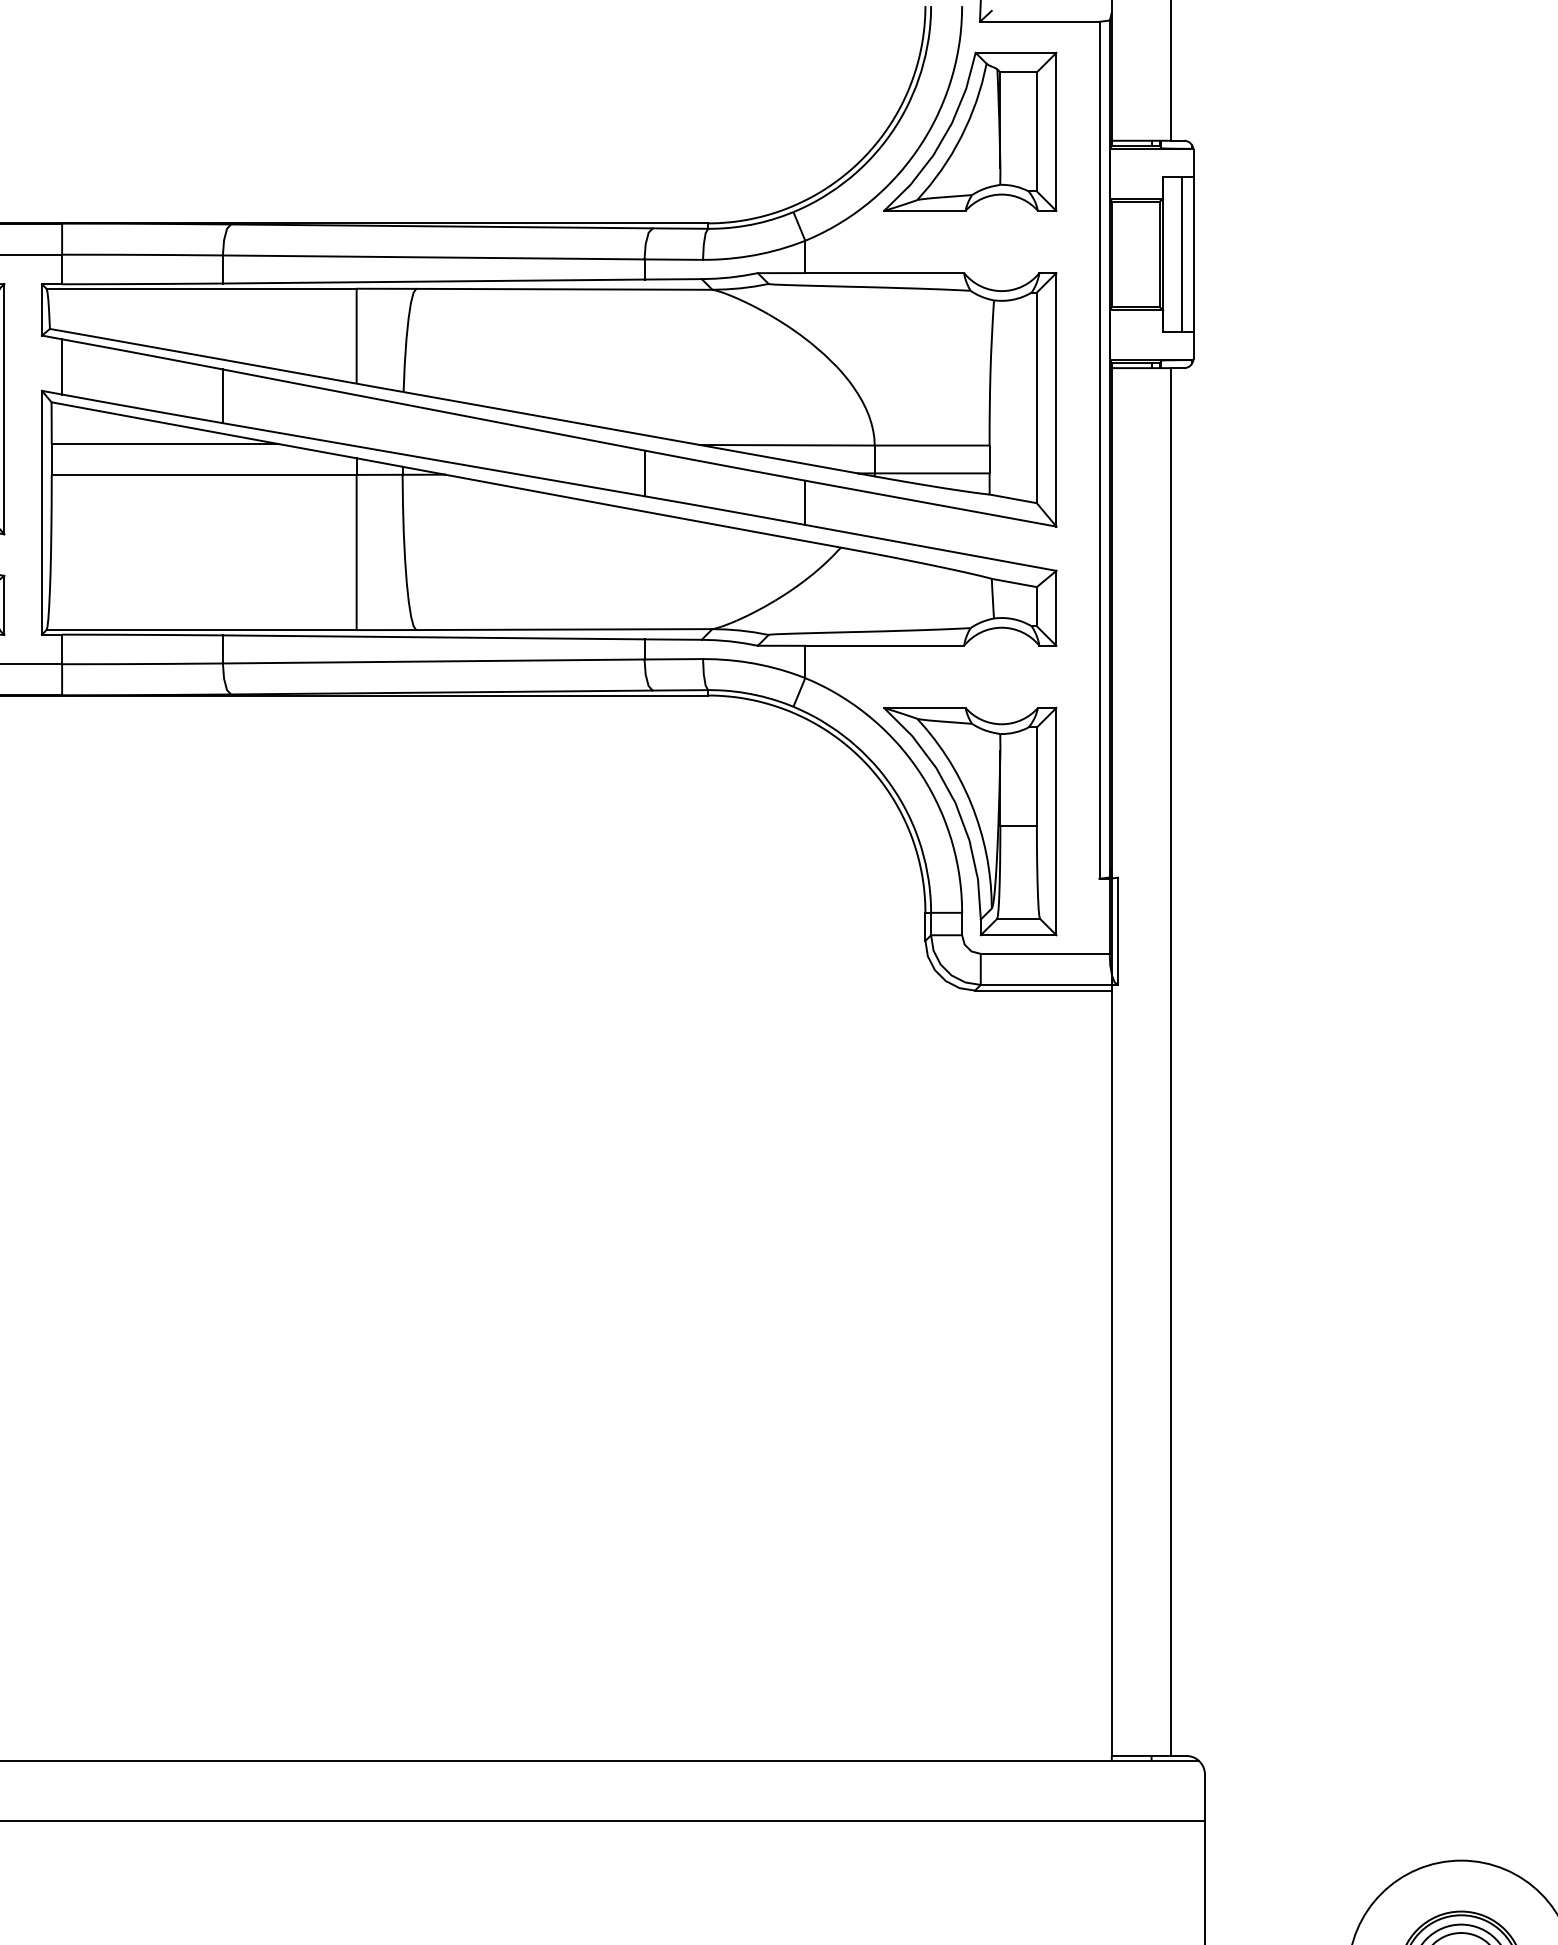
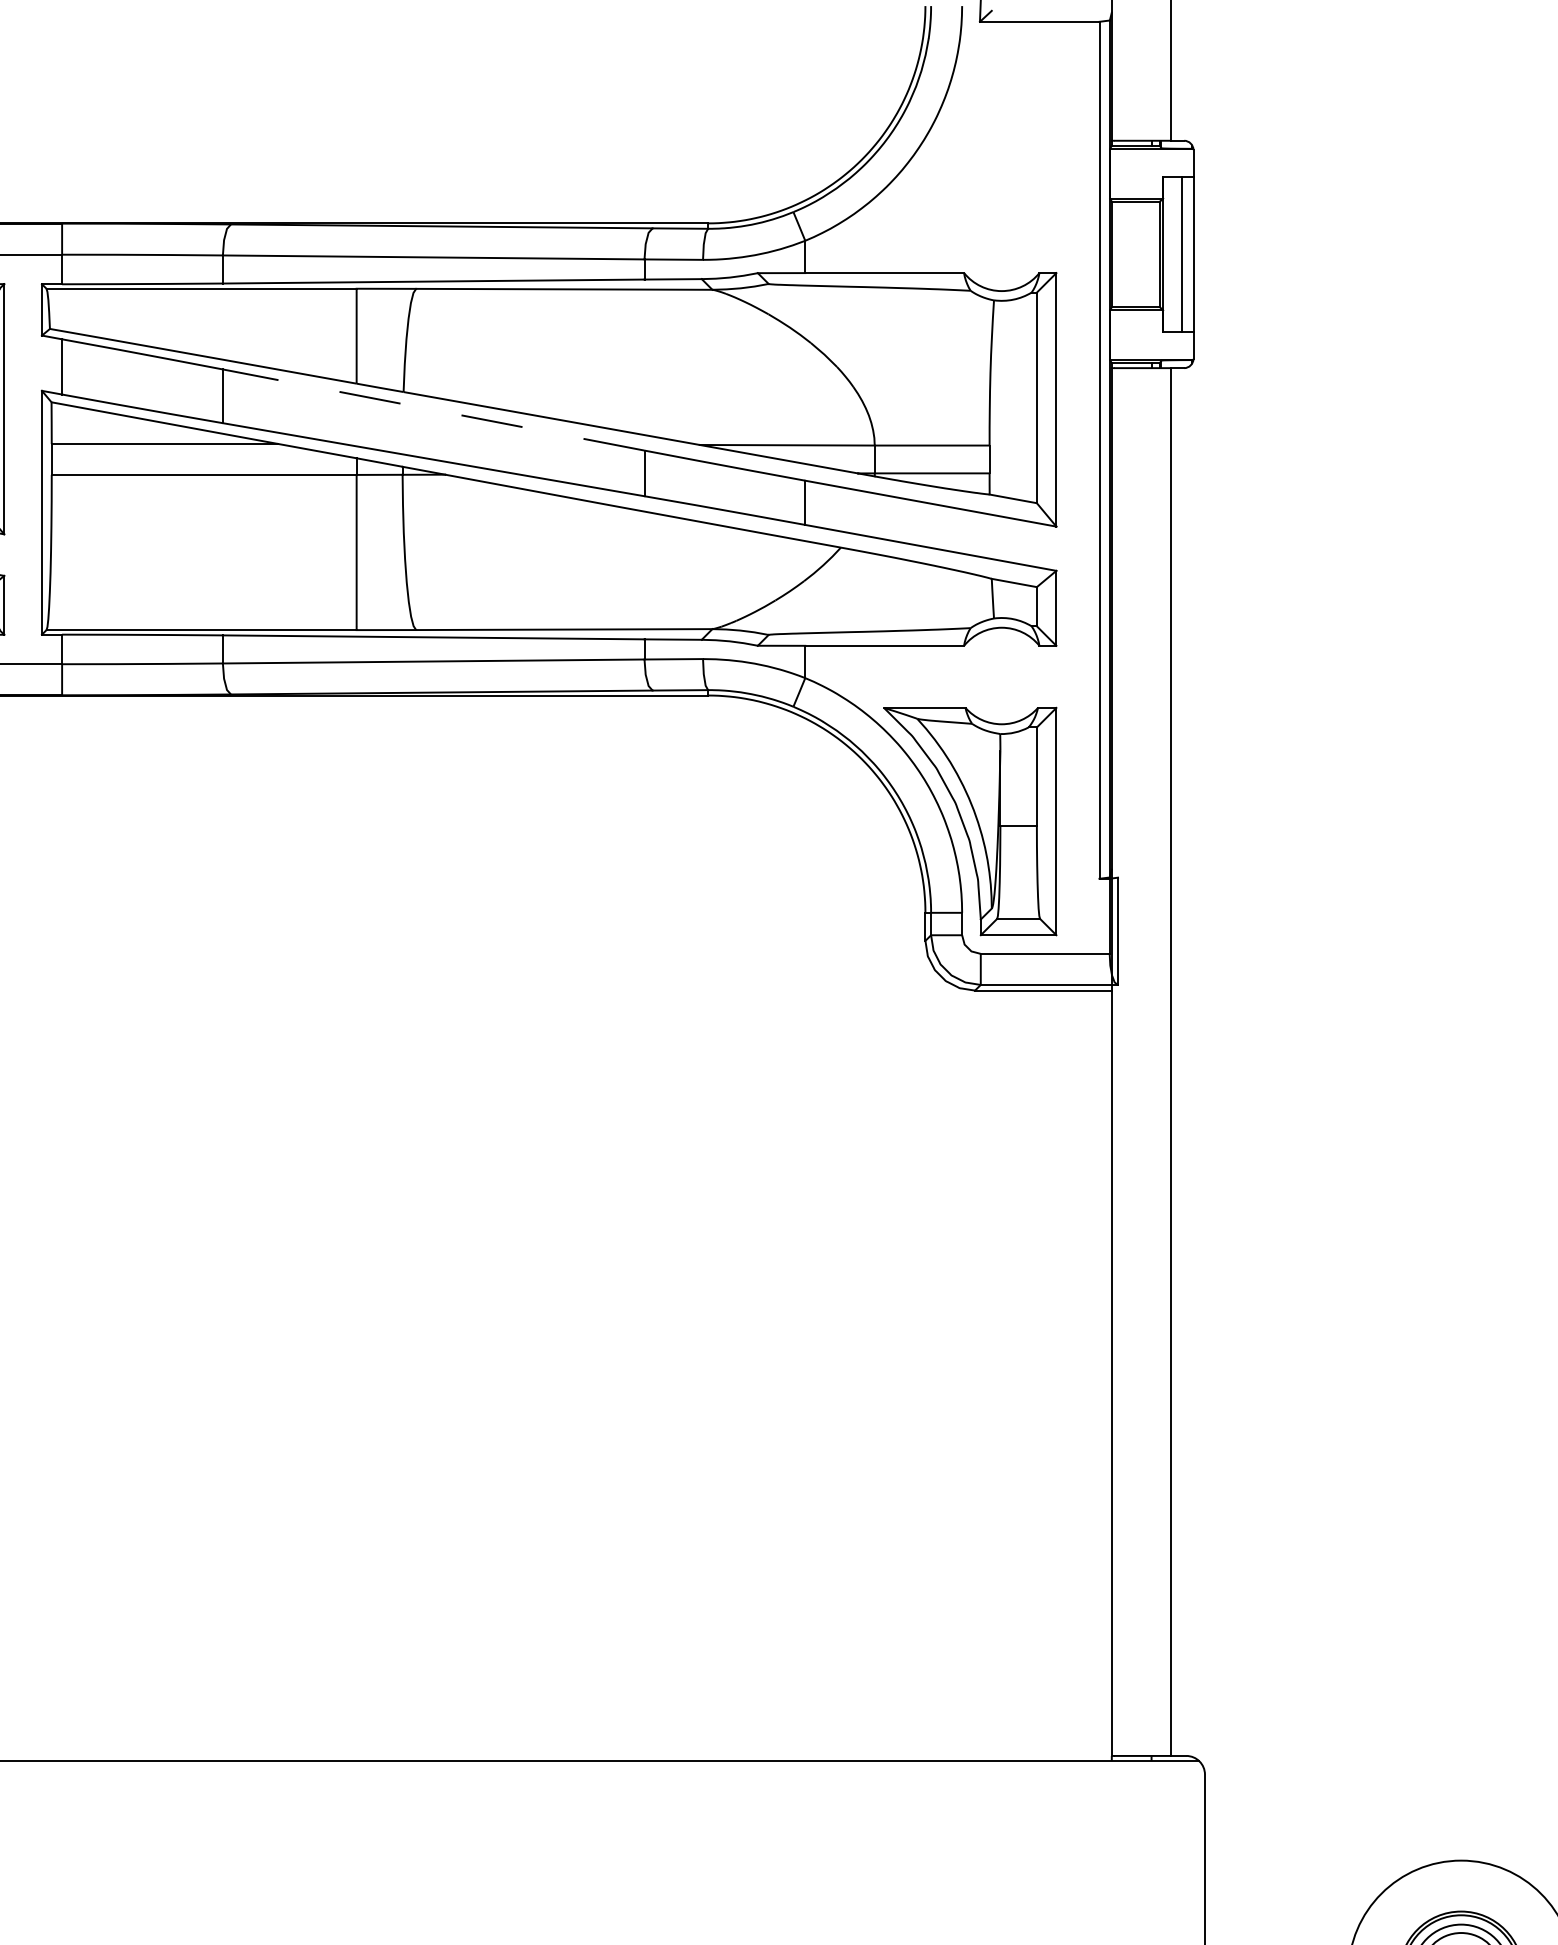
part at (970, 131): present -> none
line at (433, 410): solid -> dashed
line at (603, 1820): present -> none
